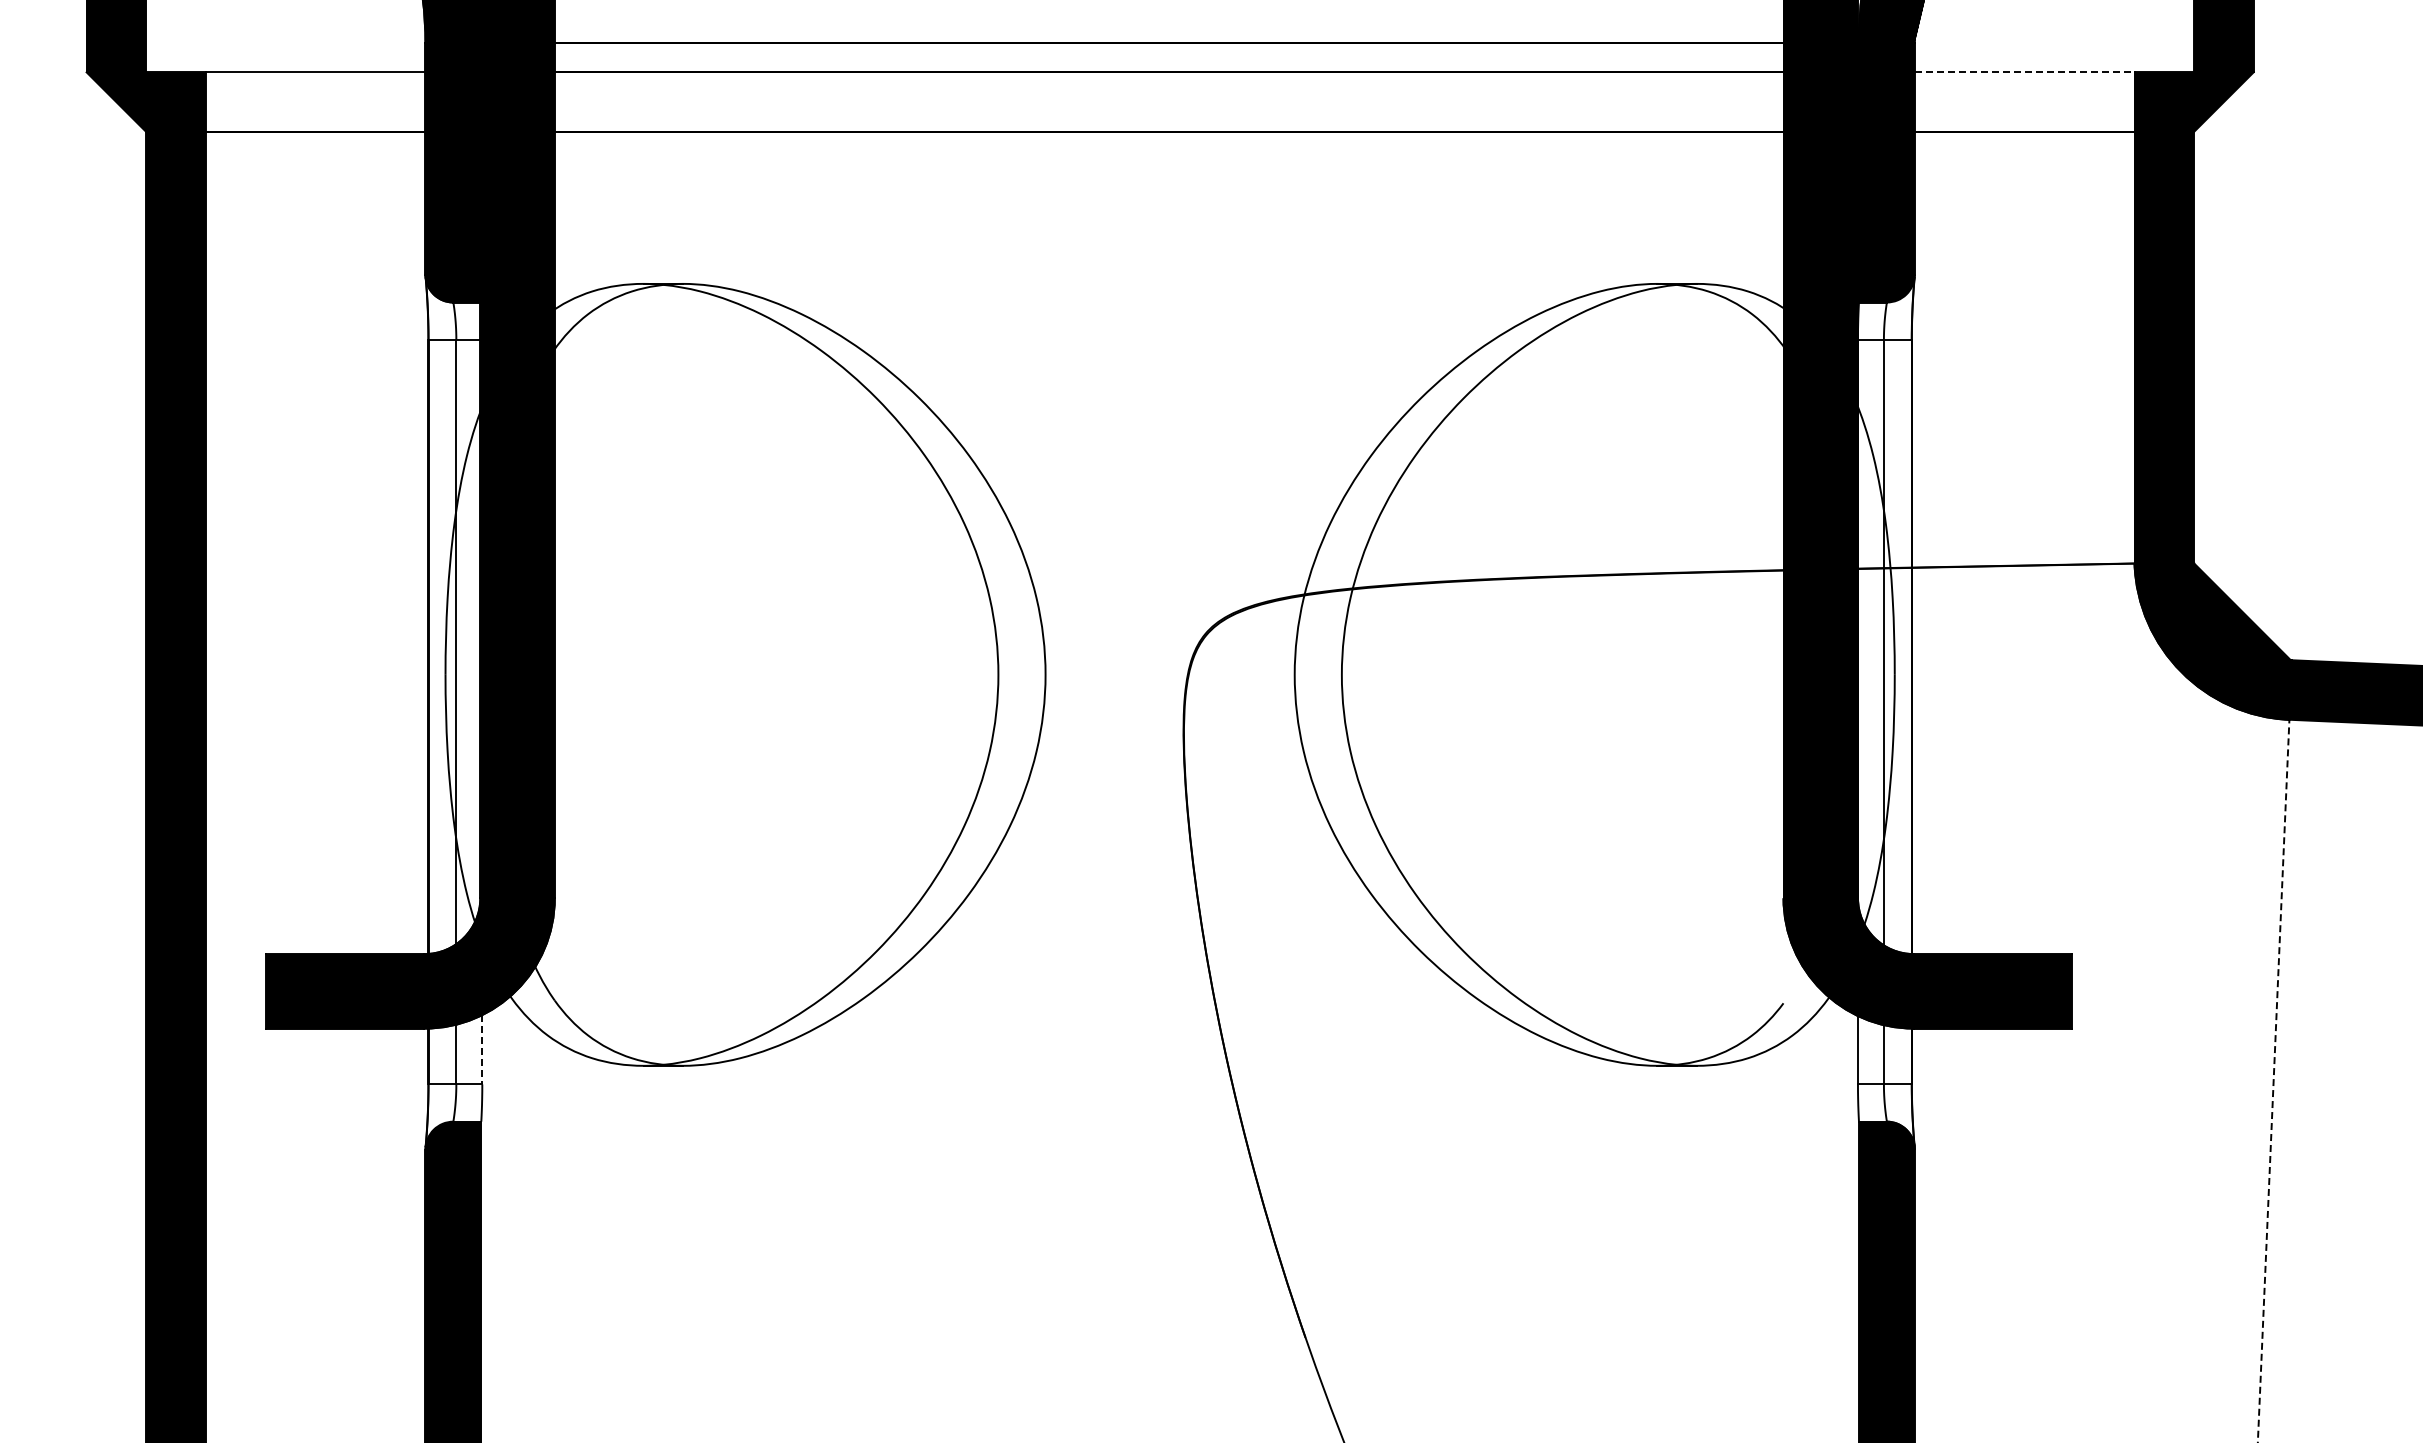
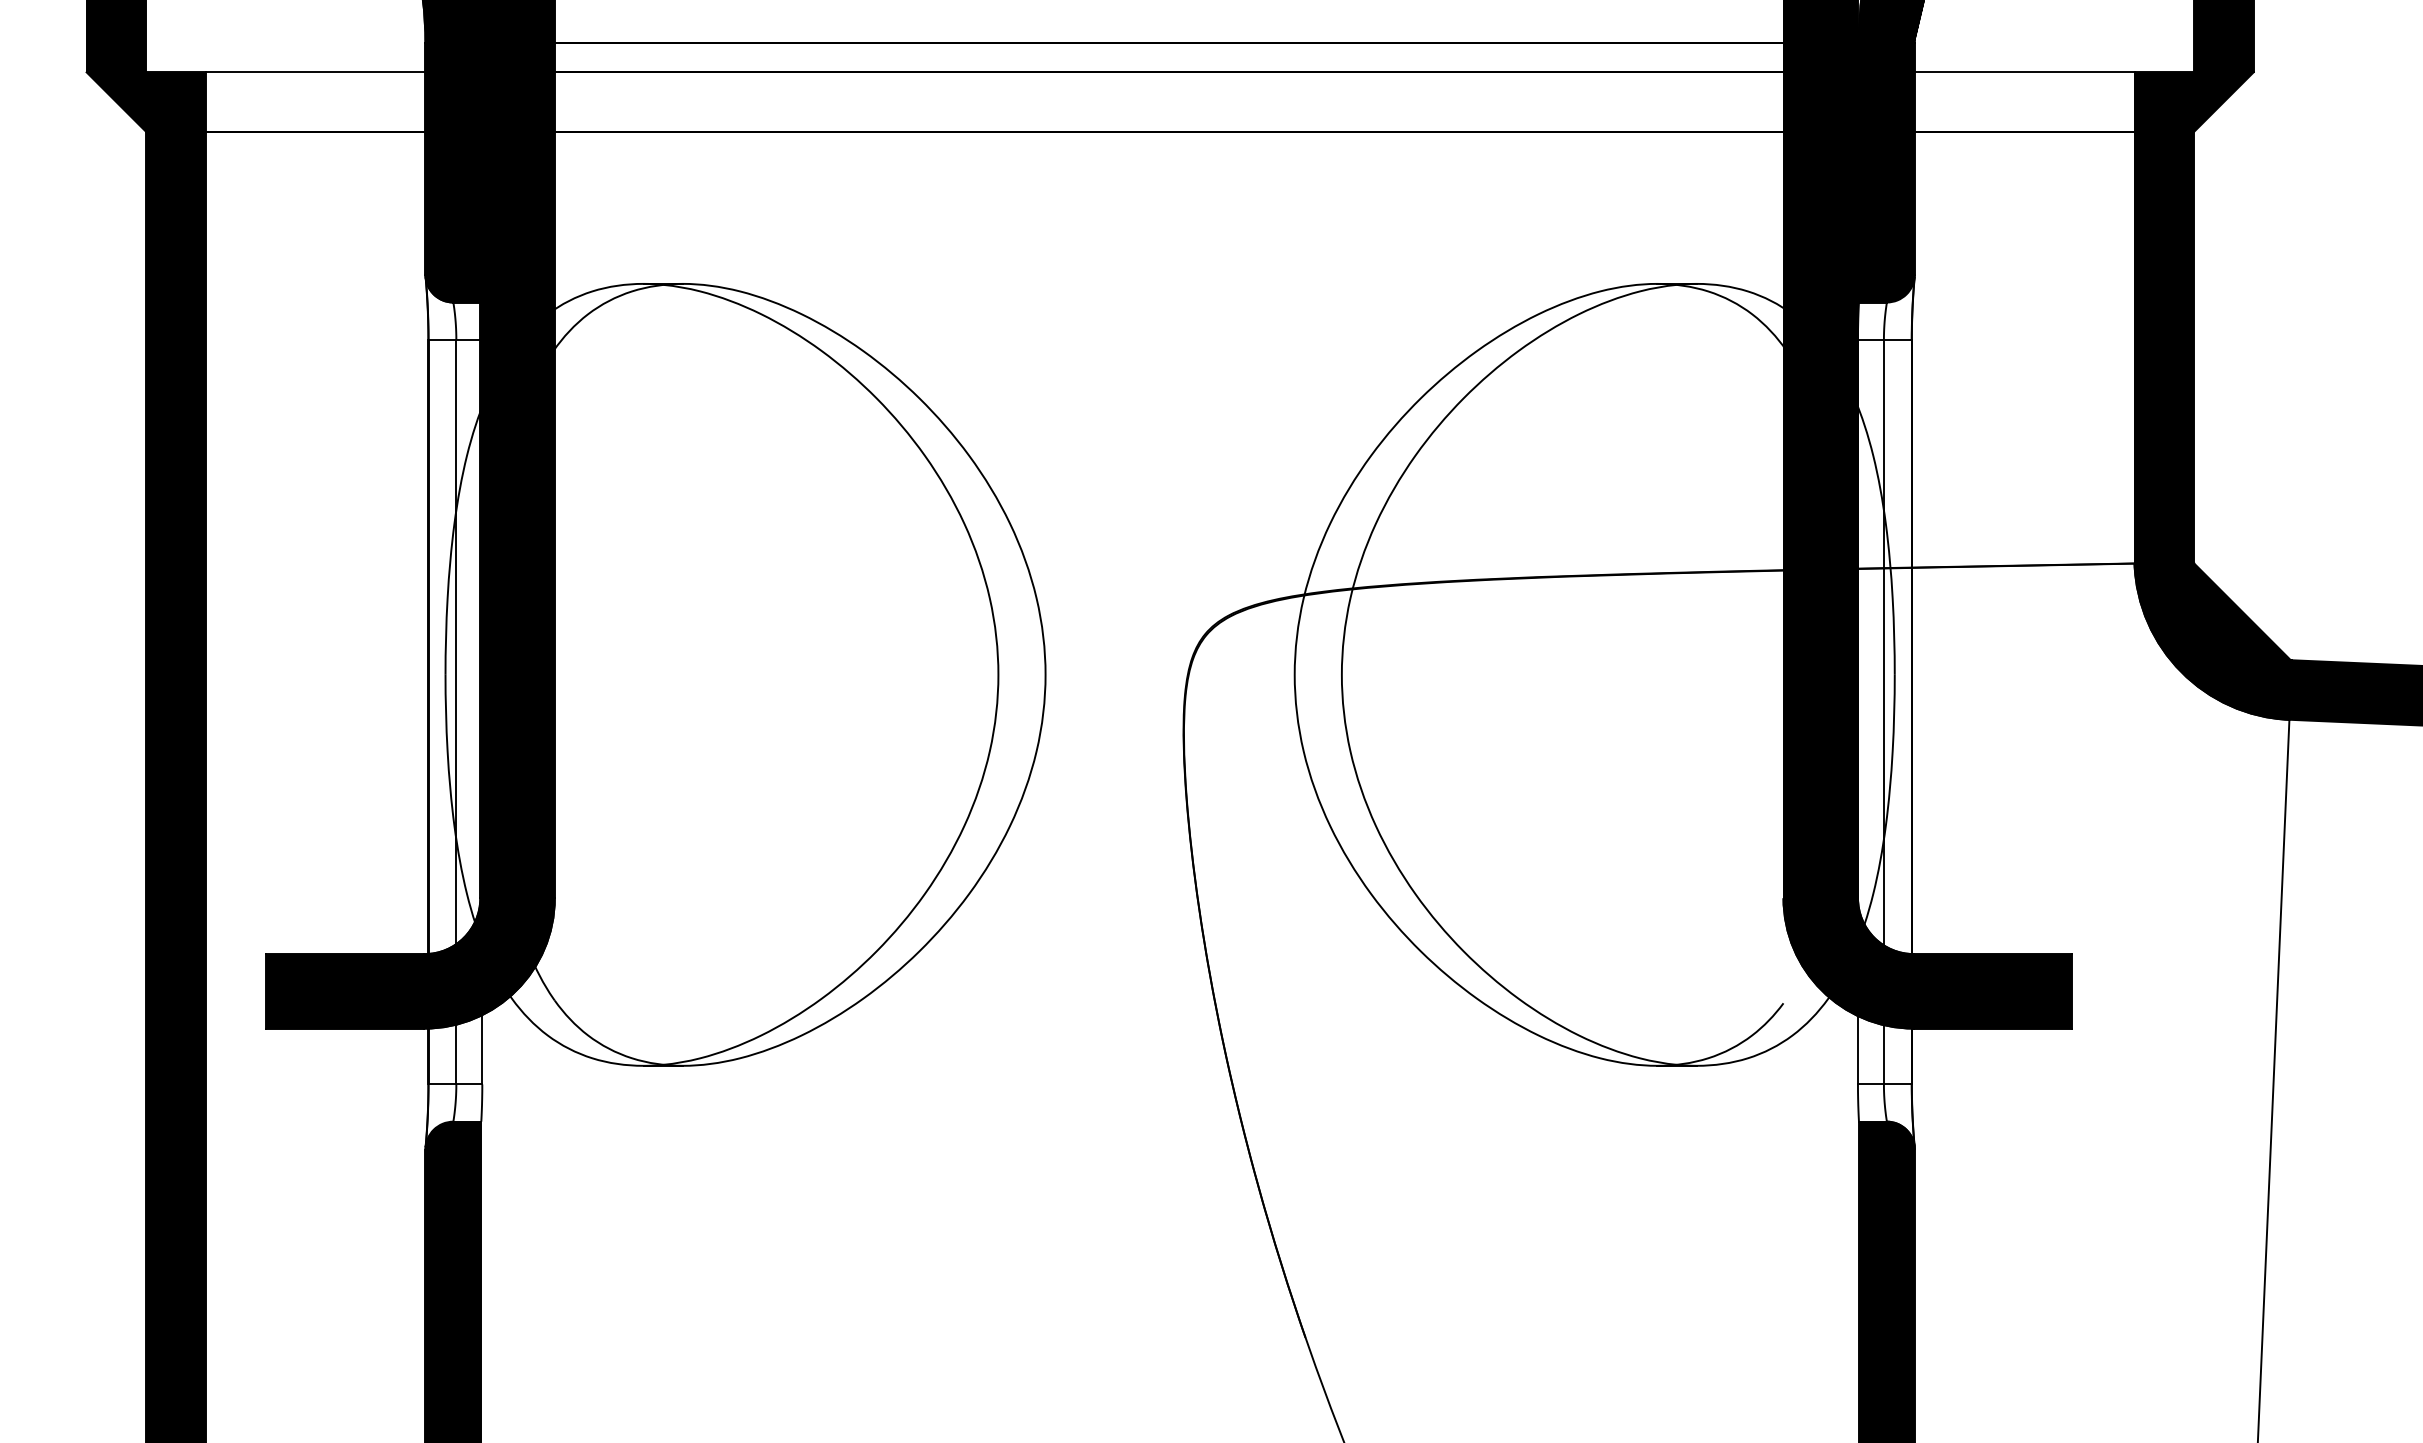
line at (2024, 72): dashed -> solid
line at (482, 1049): dashed -> solid
line at (2273, 1080): dashed -> solid
